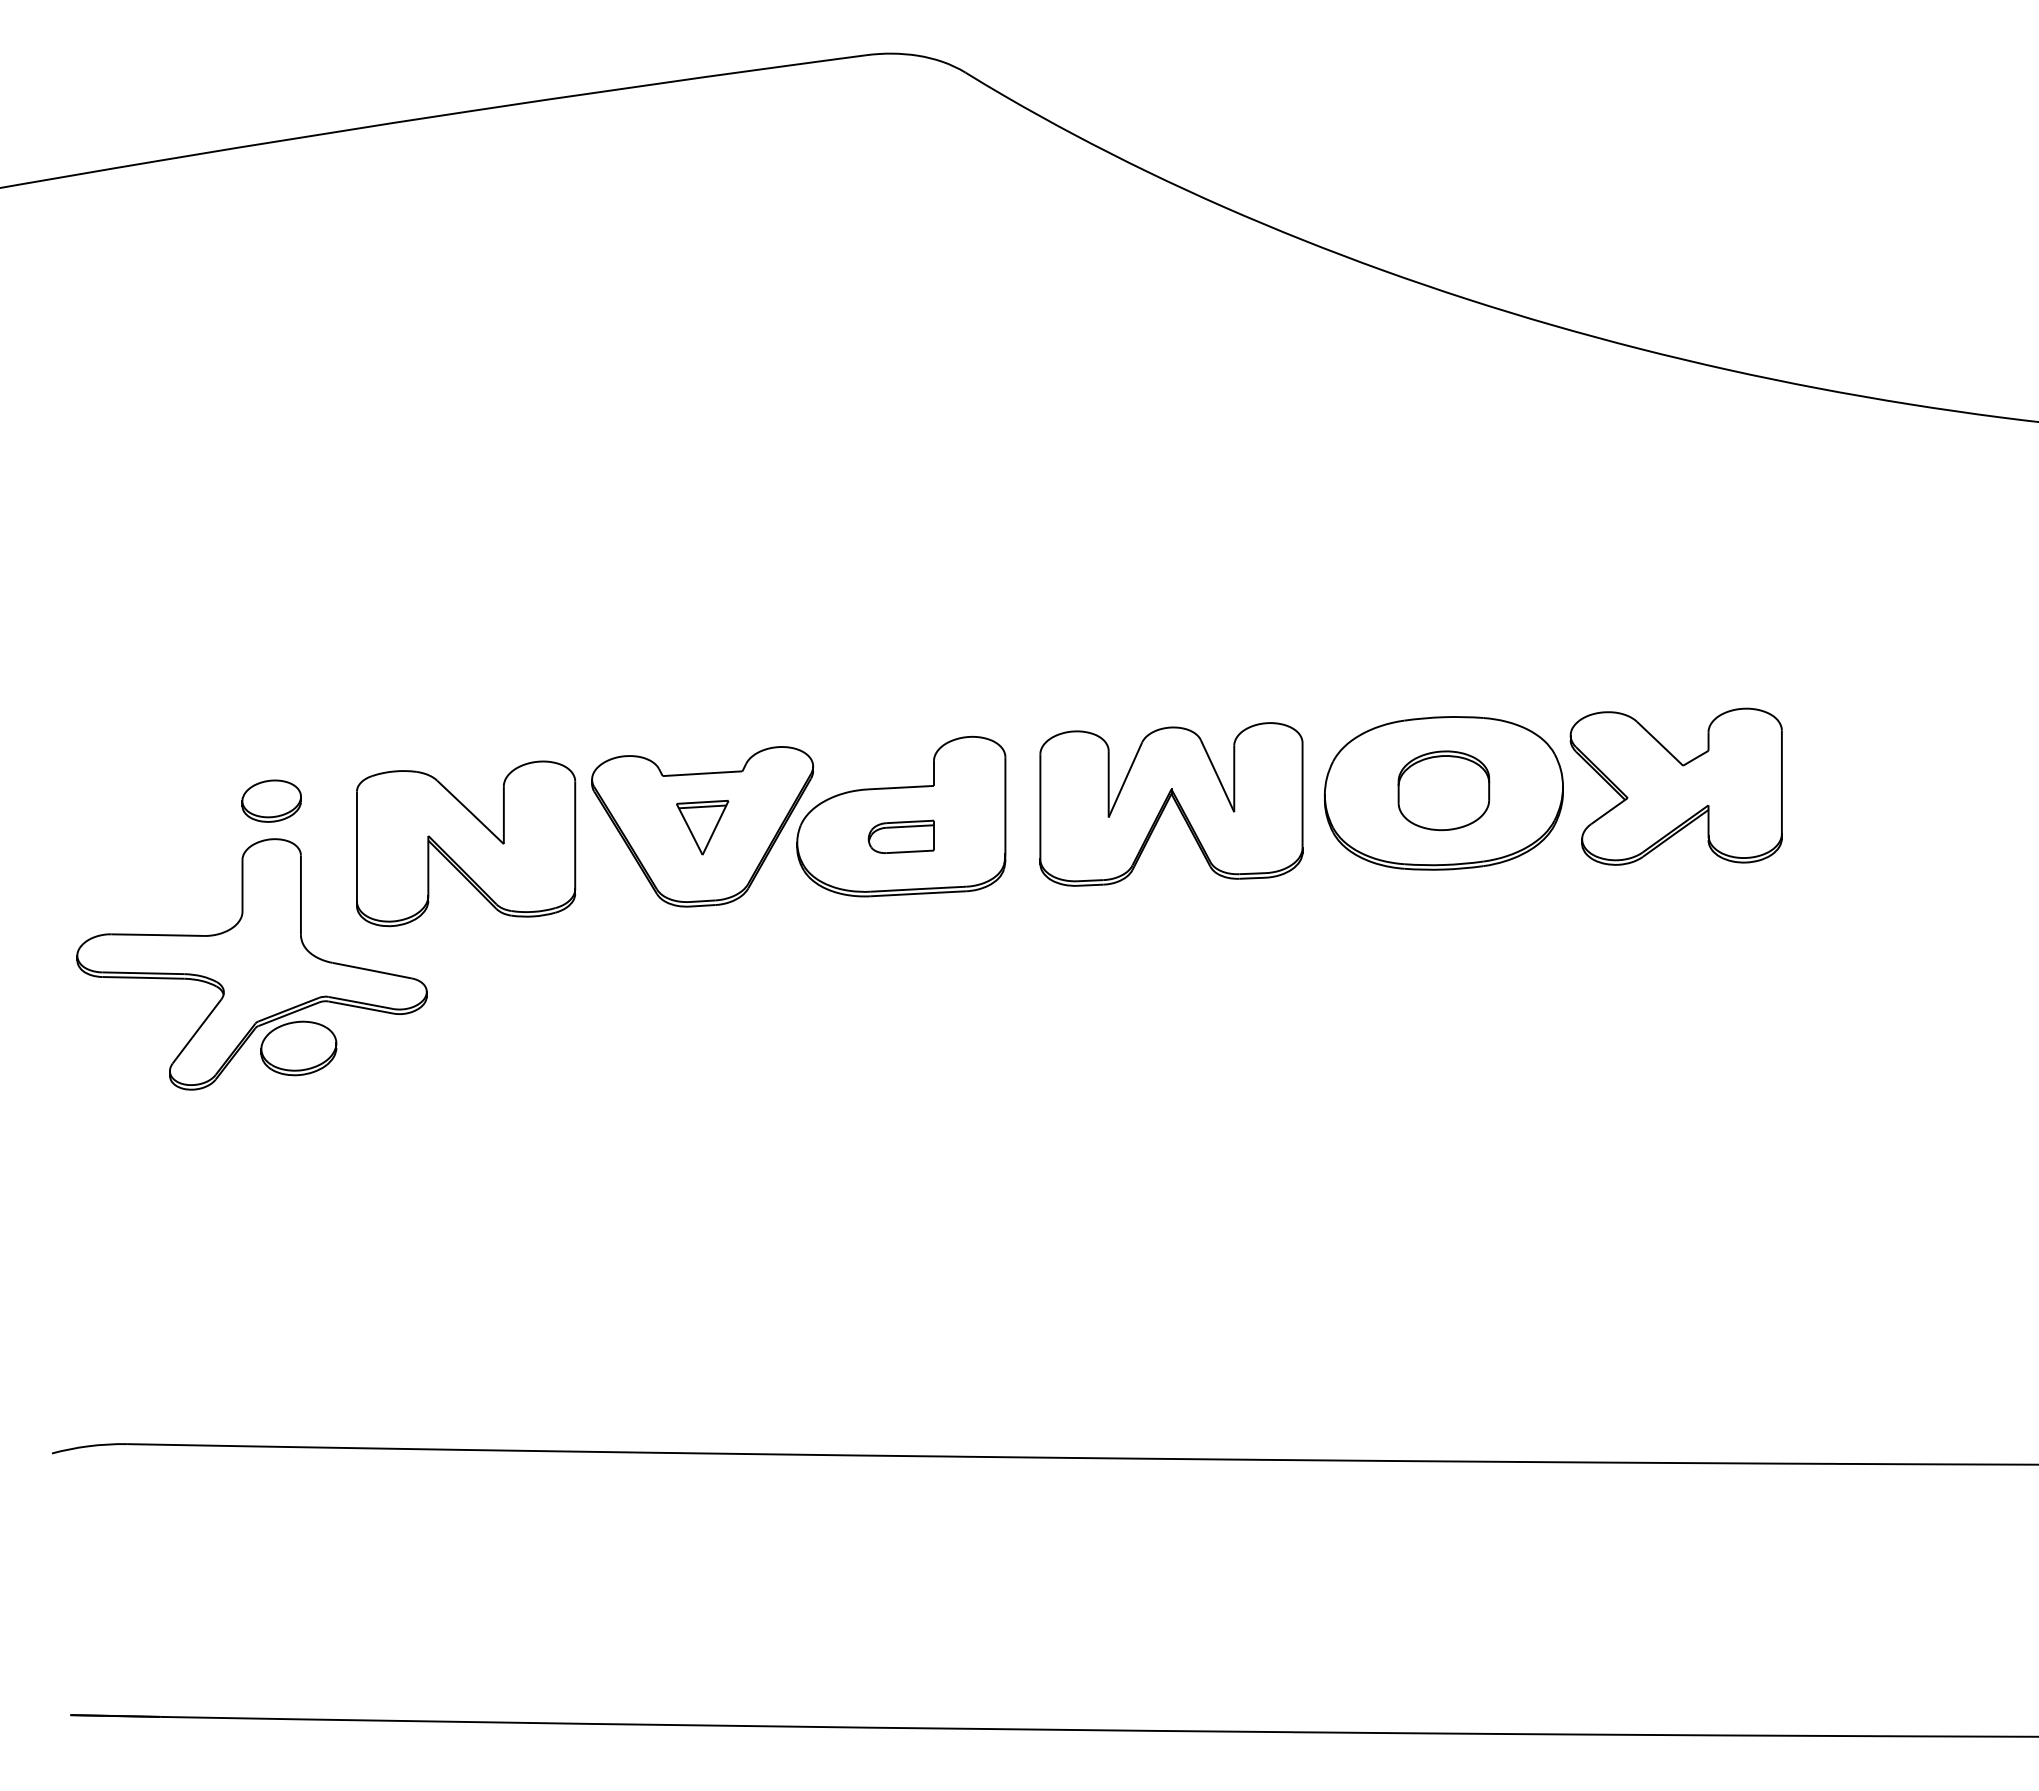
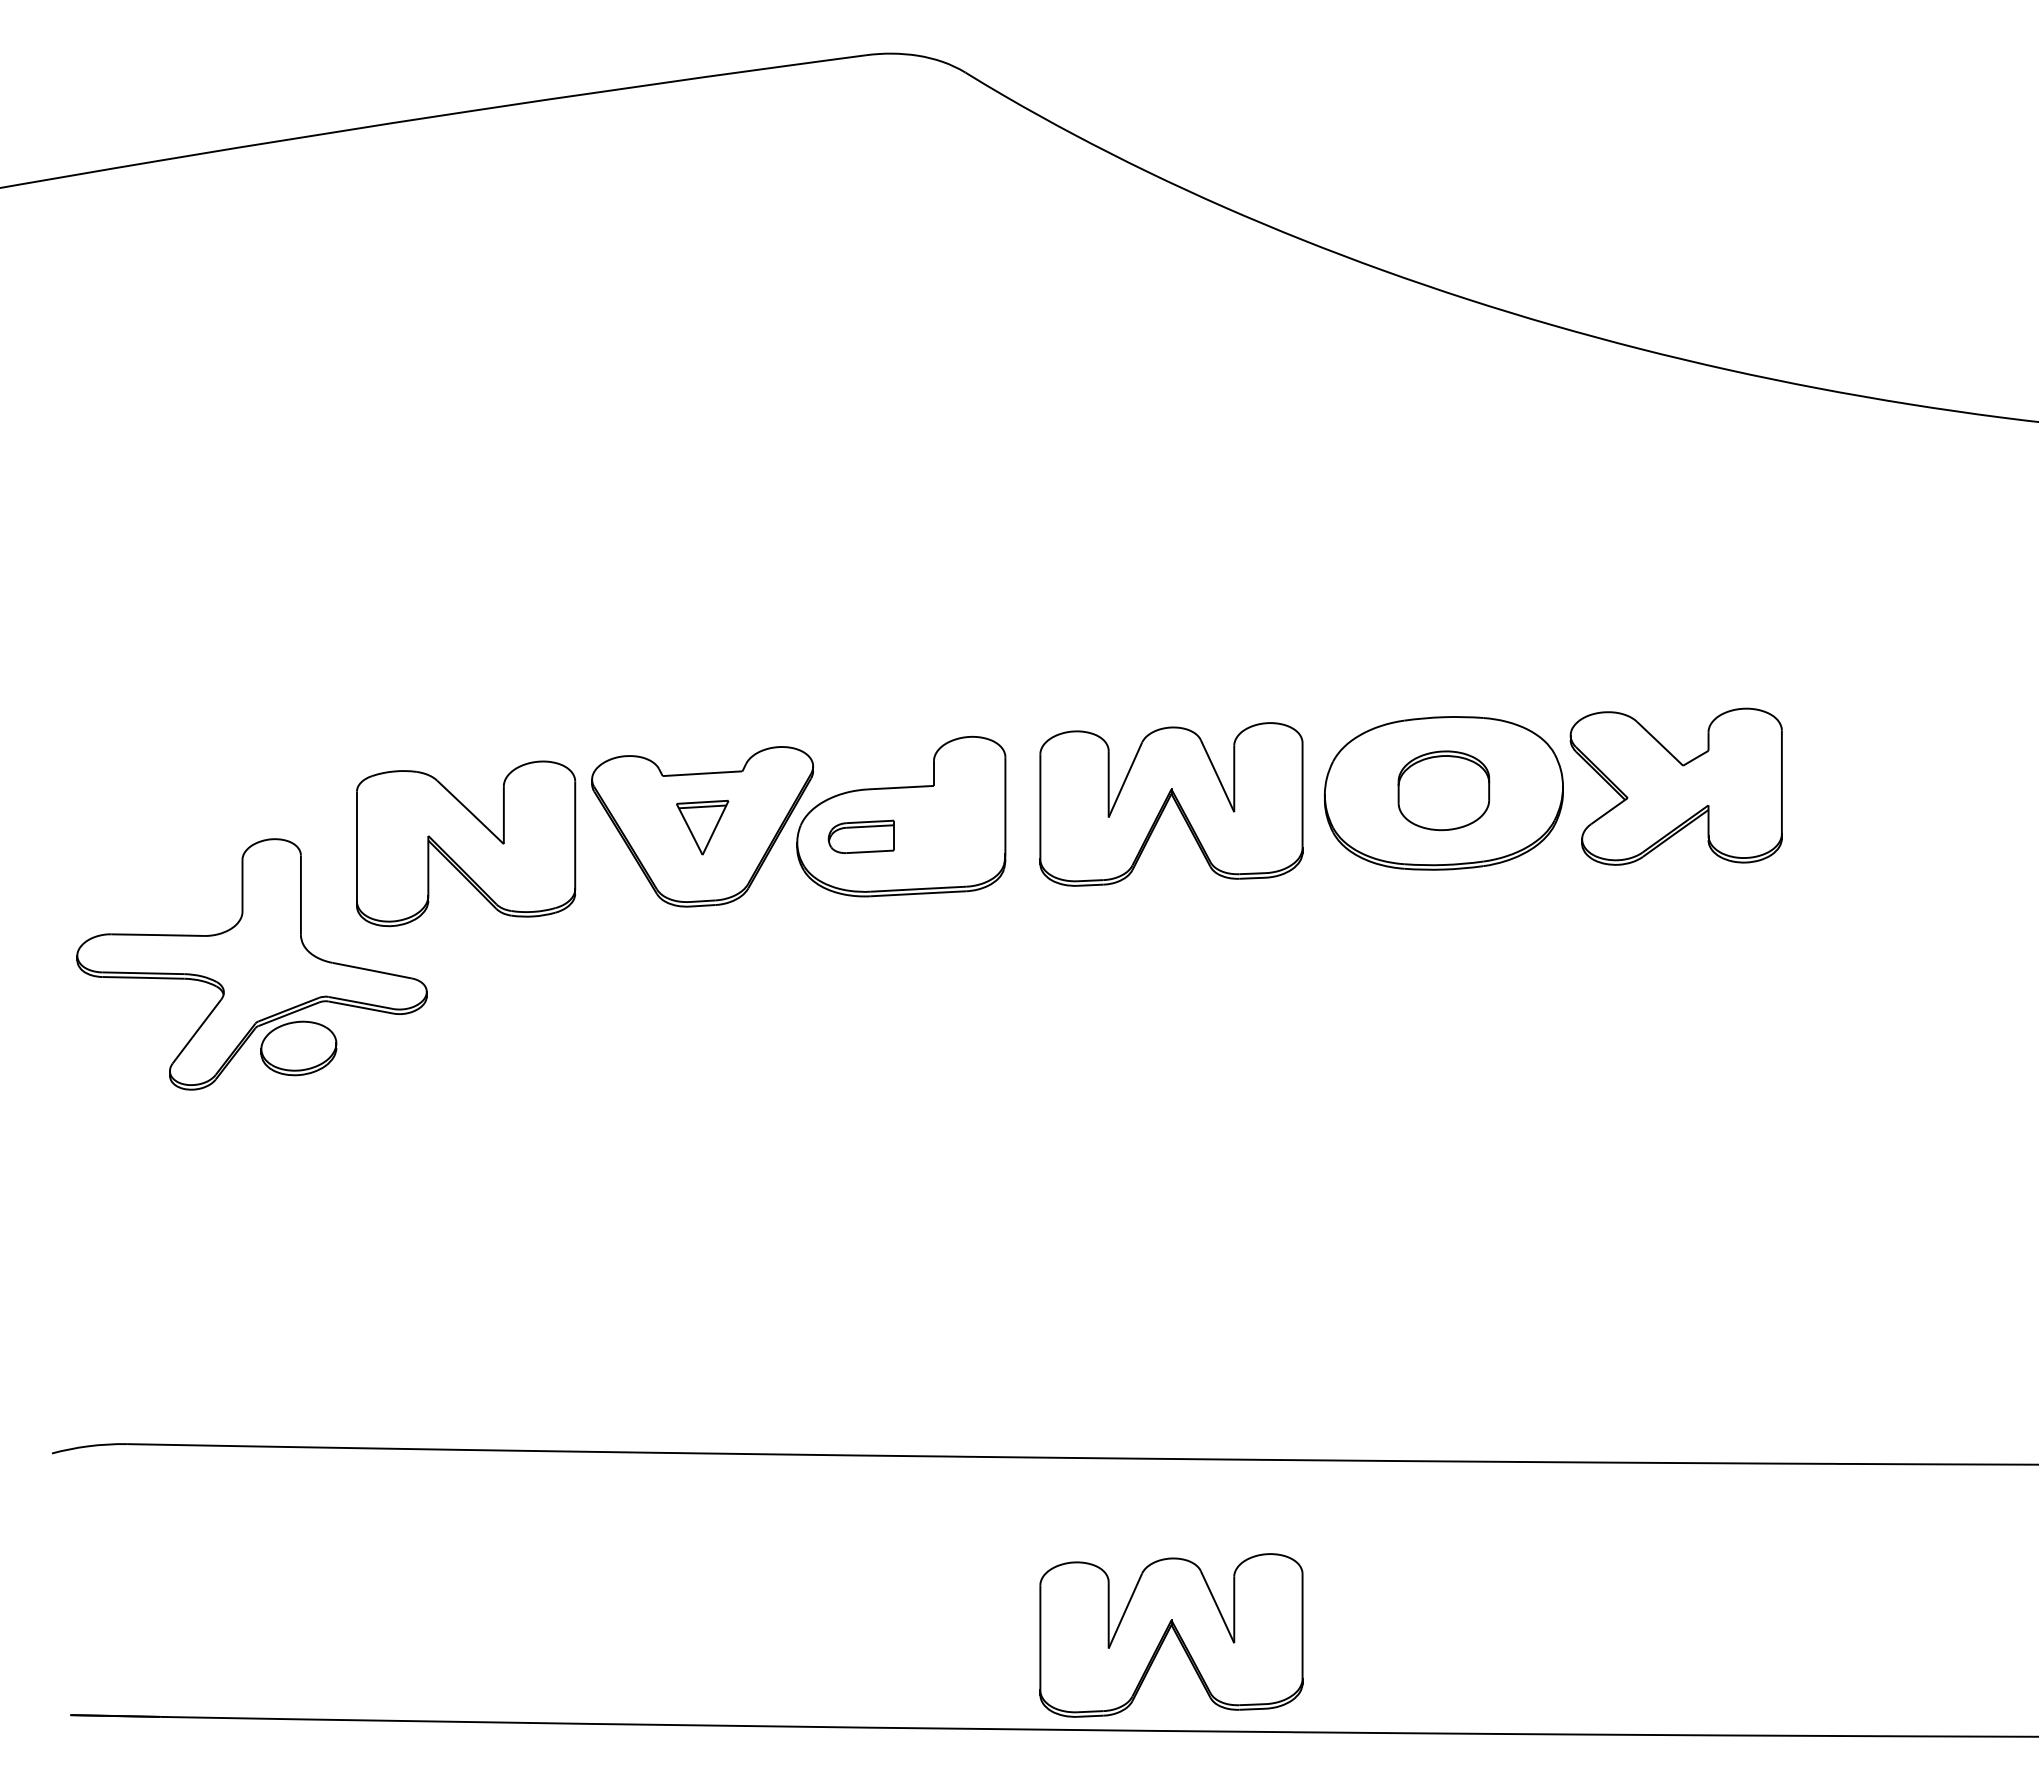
part at (271, 800): present -> none
part at (900, 836) position: (900, 836) -> (860, 836)
part at (1171, 1635): none -> present
